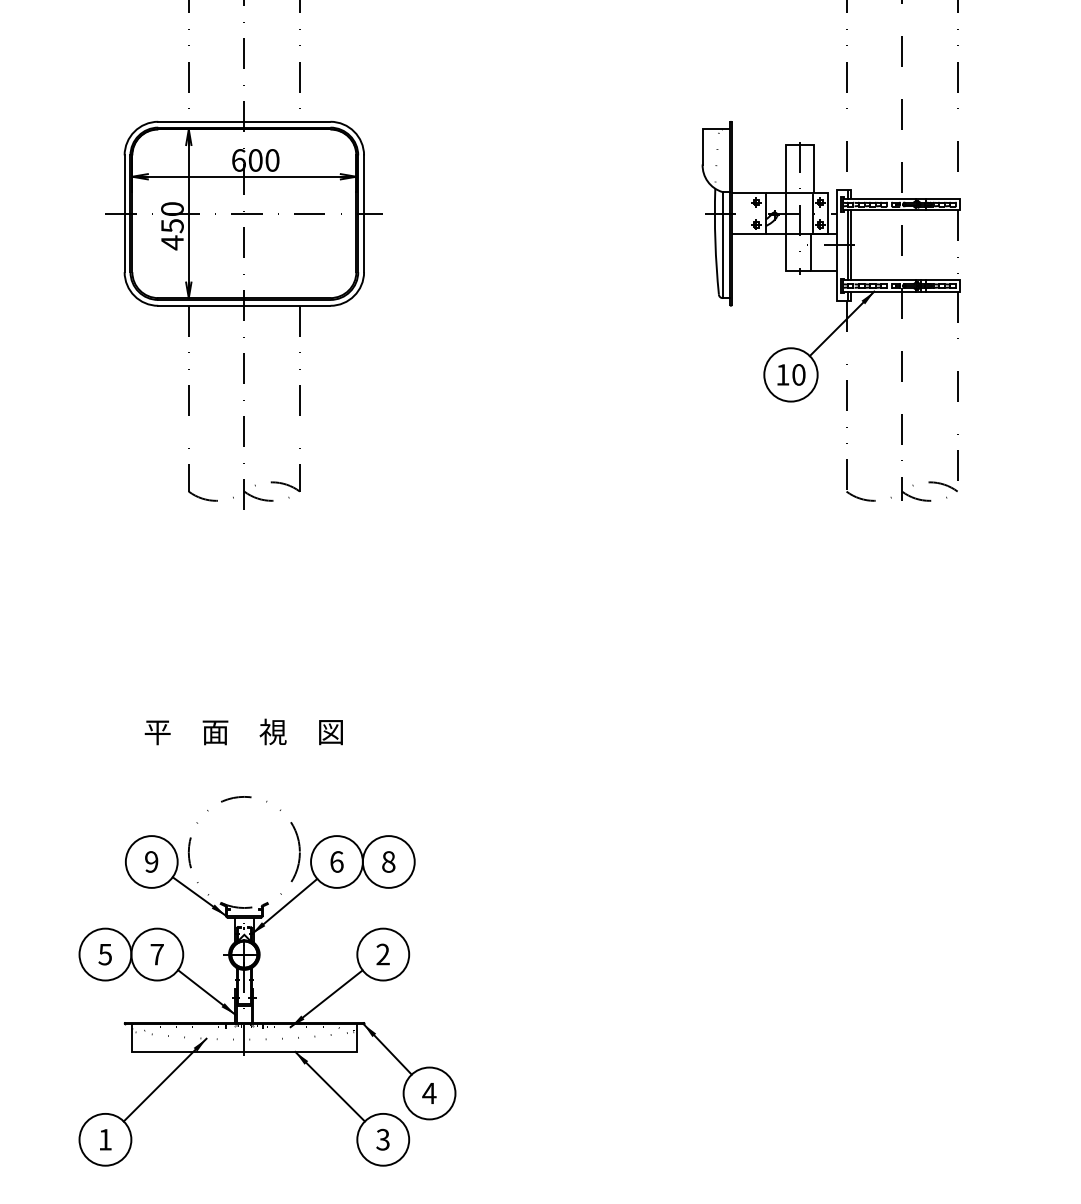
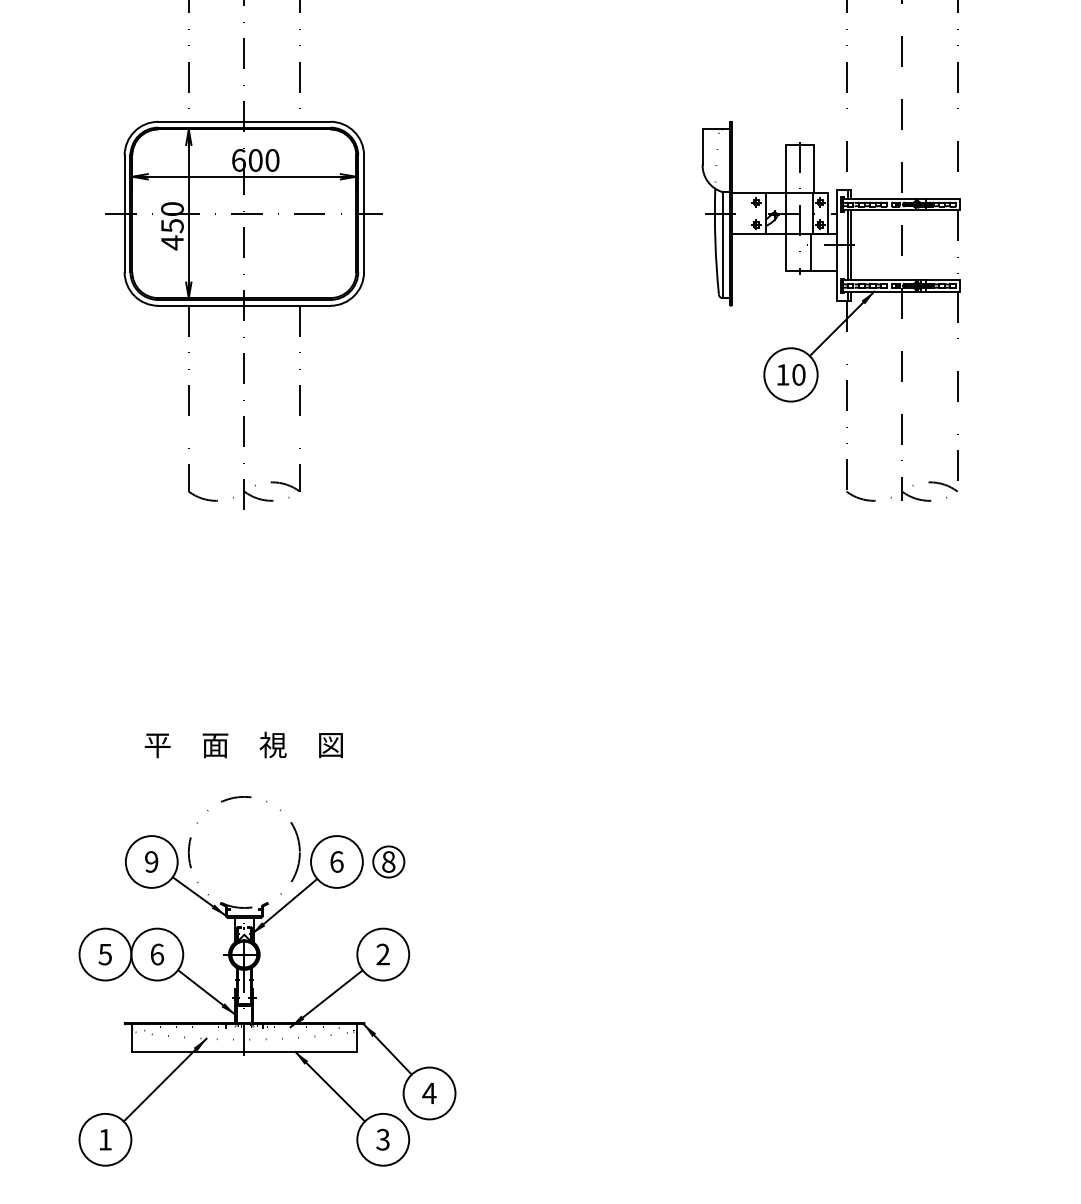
text at (243, 731) position: (243, 731) -> (243, 744)
circle at (388, 861) diameter: 52 px -> 31 px
text at (156, 954): 7 -> 6
